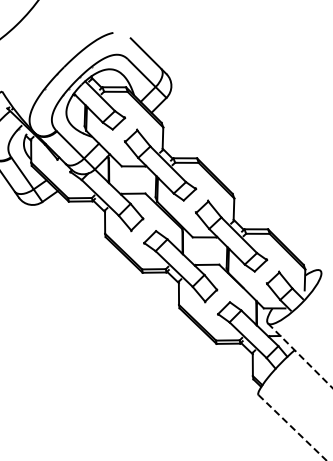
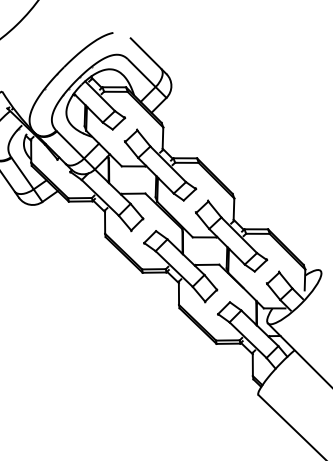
line at (300, 355): dashed -> solid
line at (293, 428): dashed -> solid
